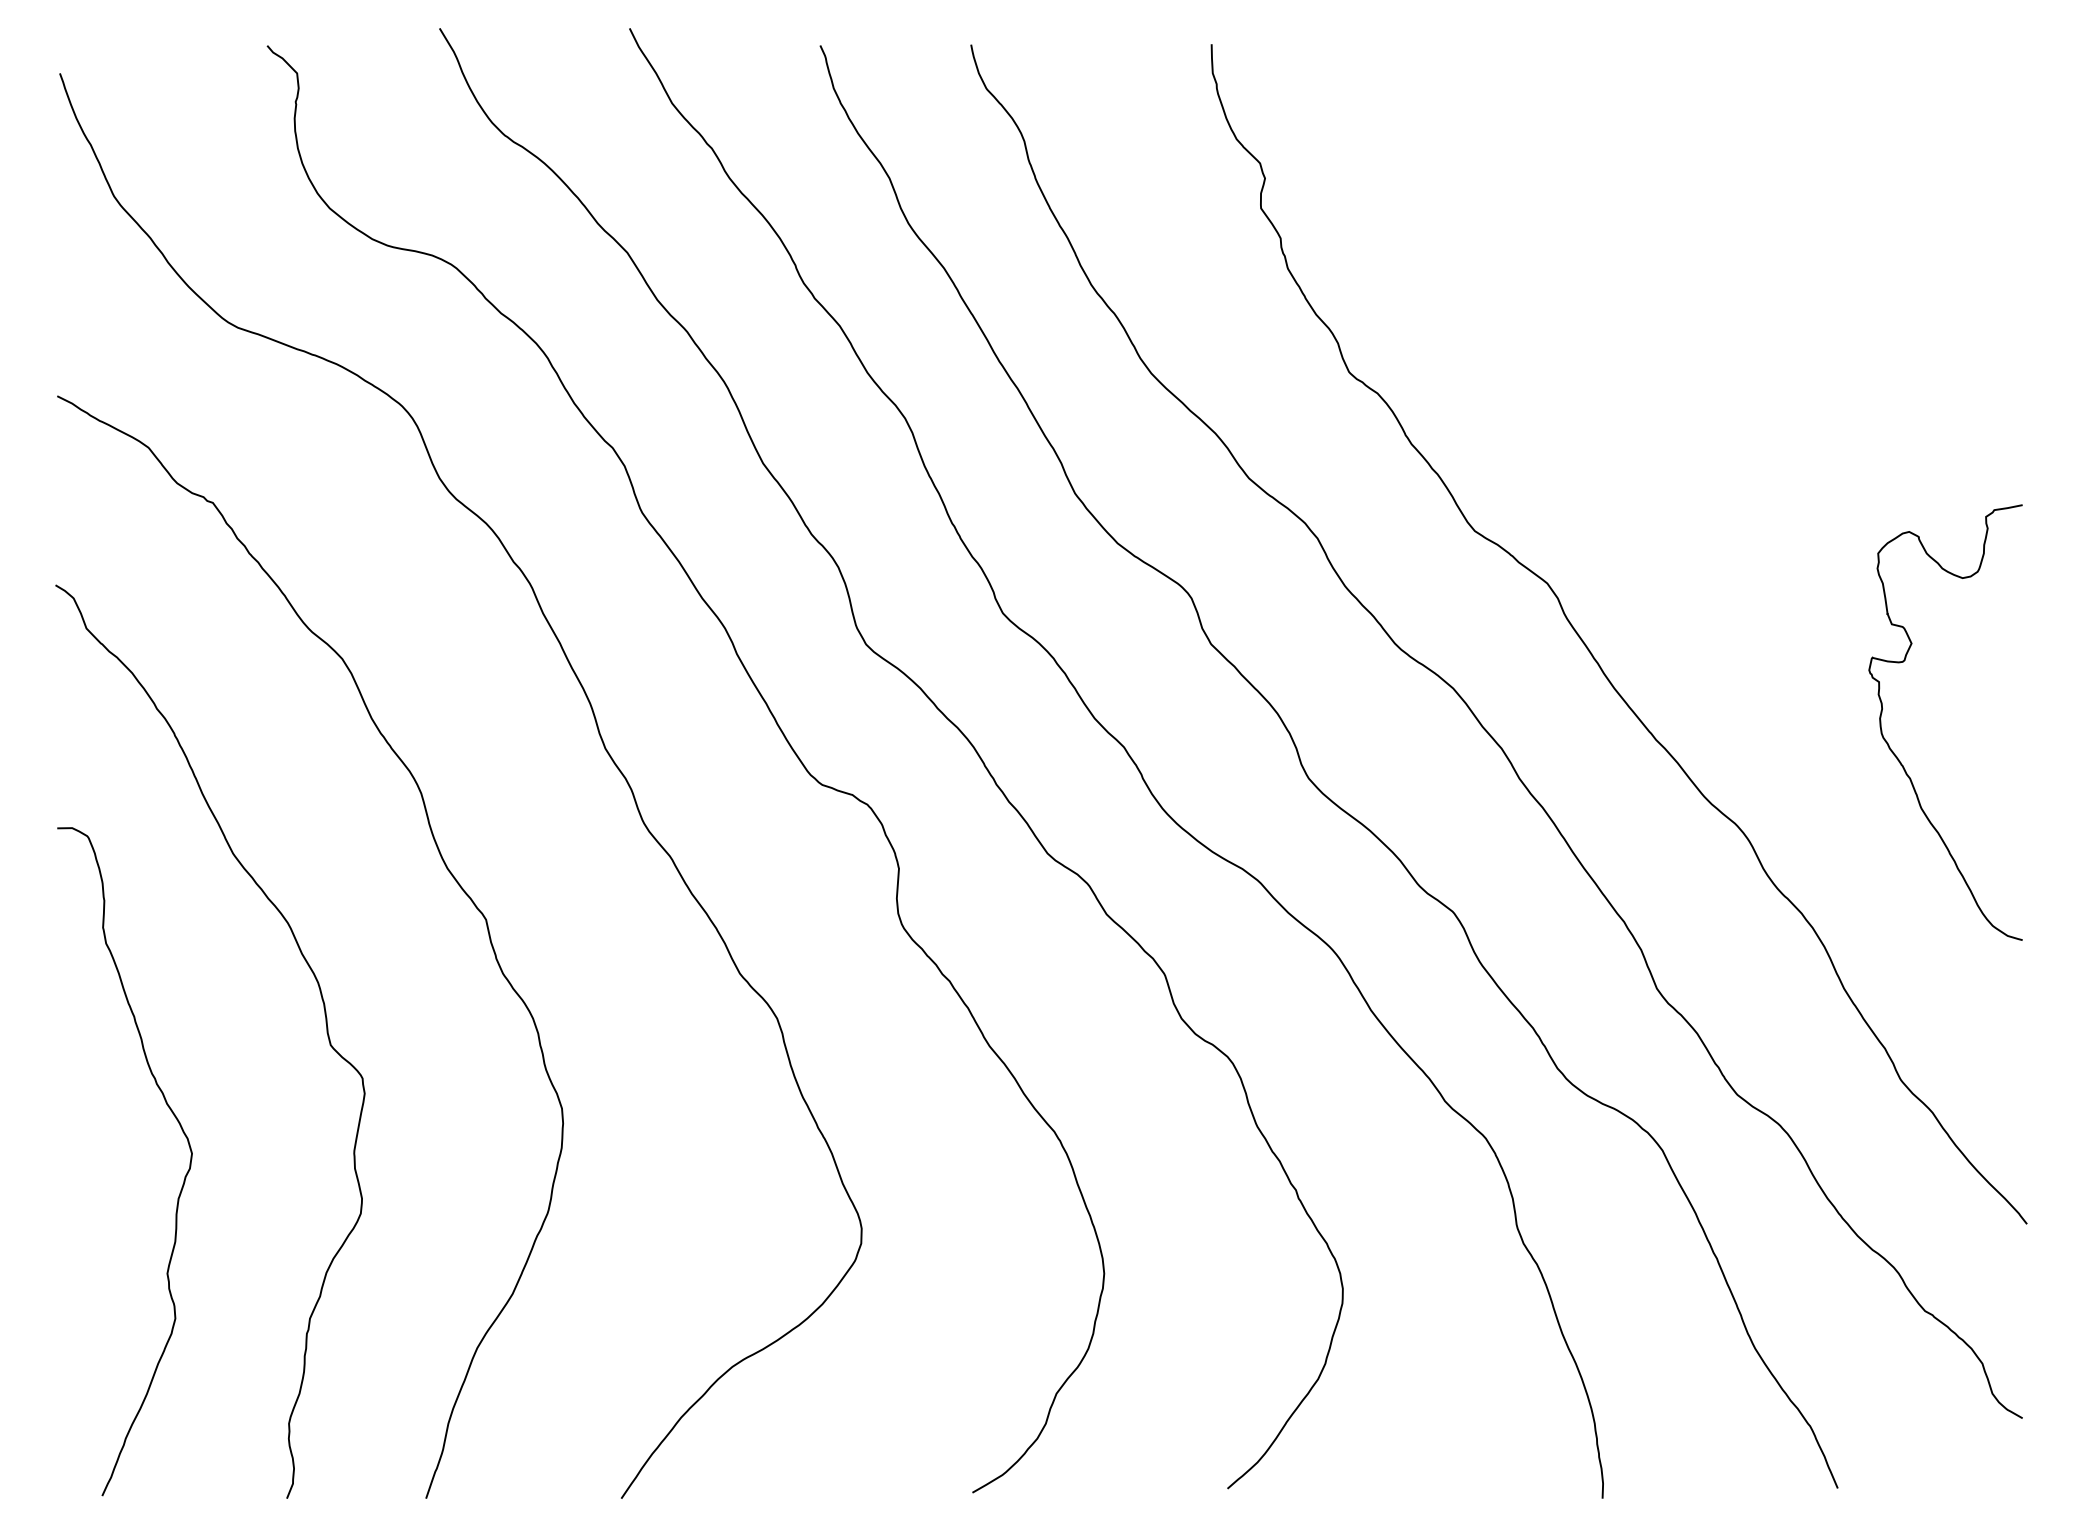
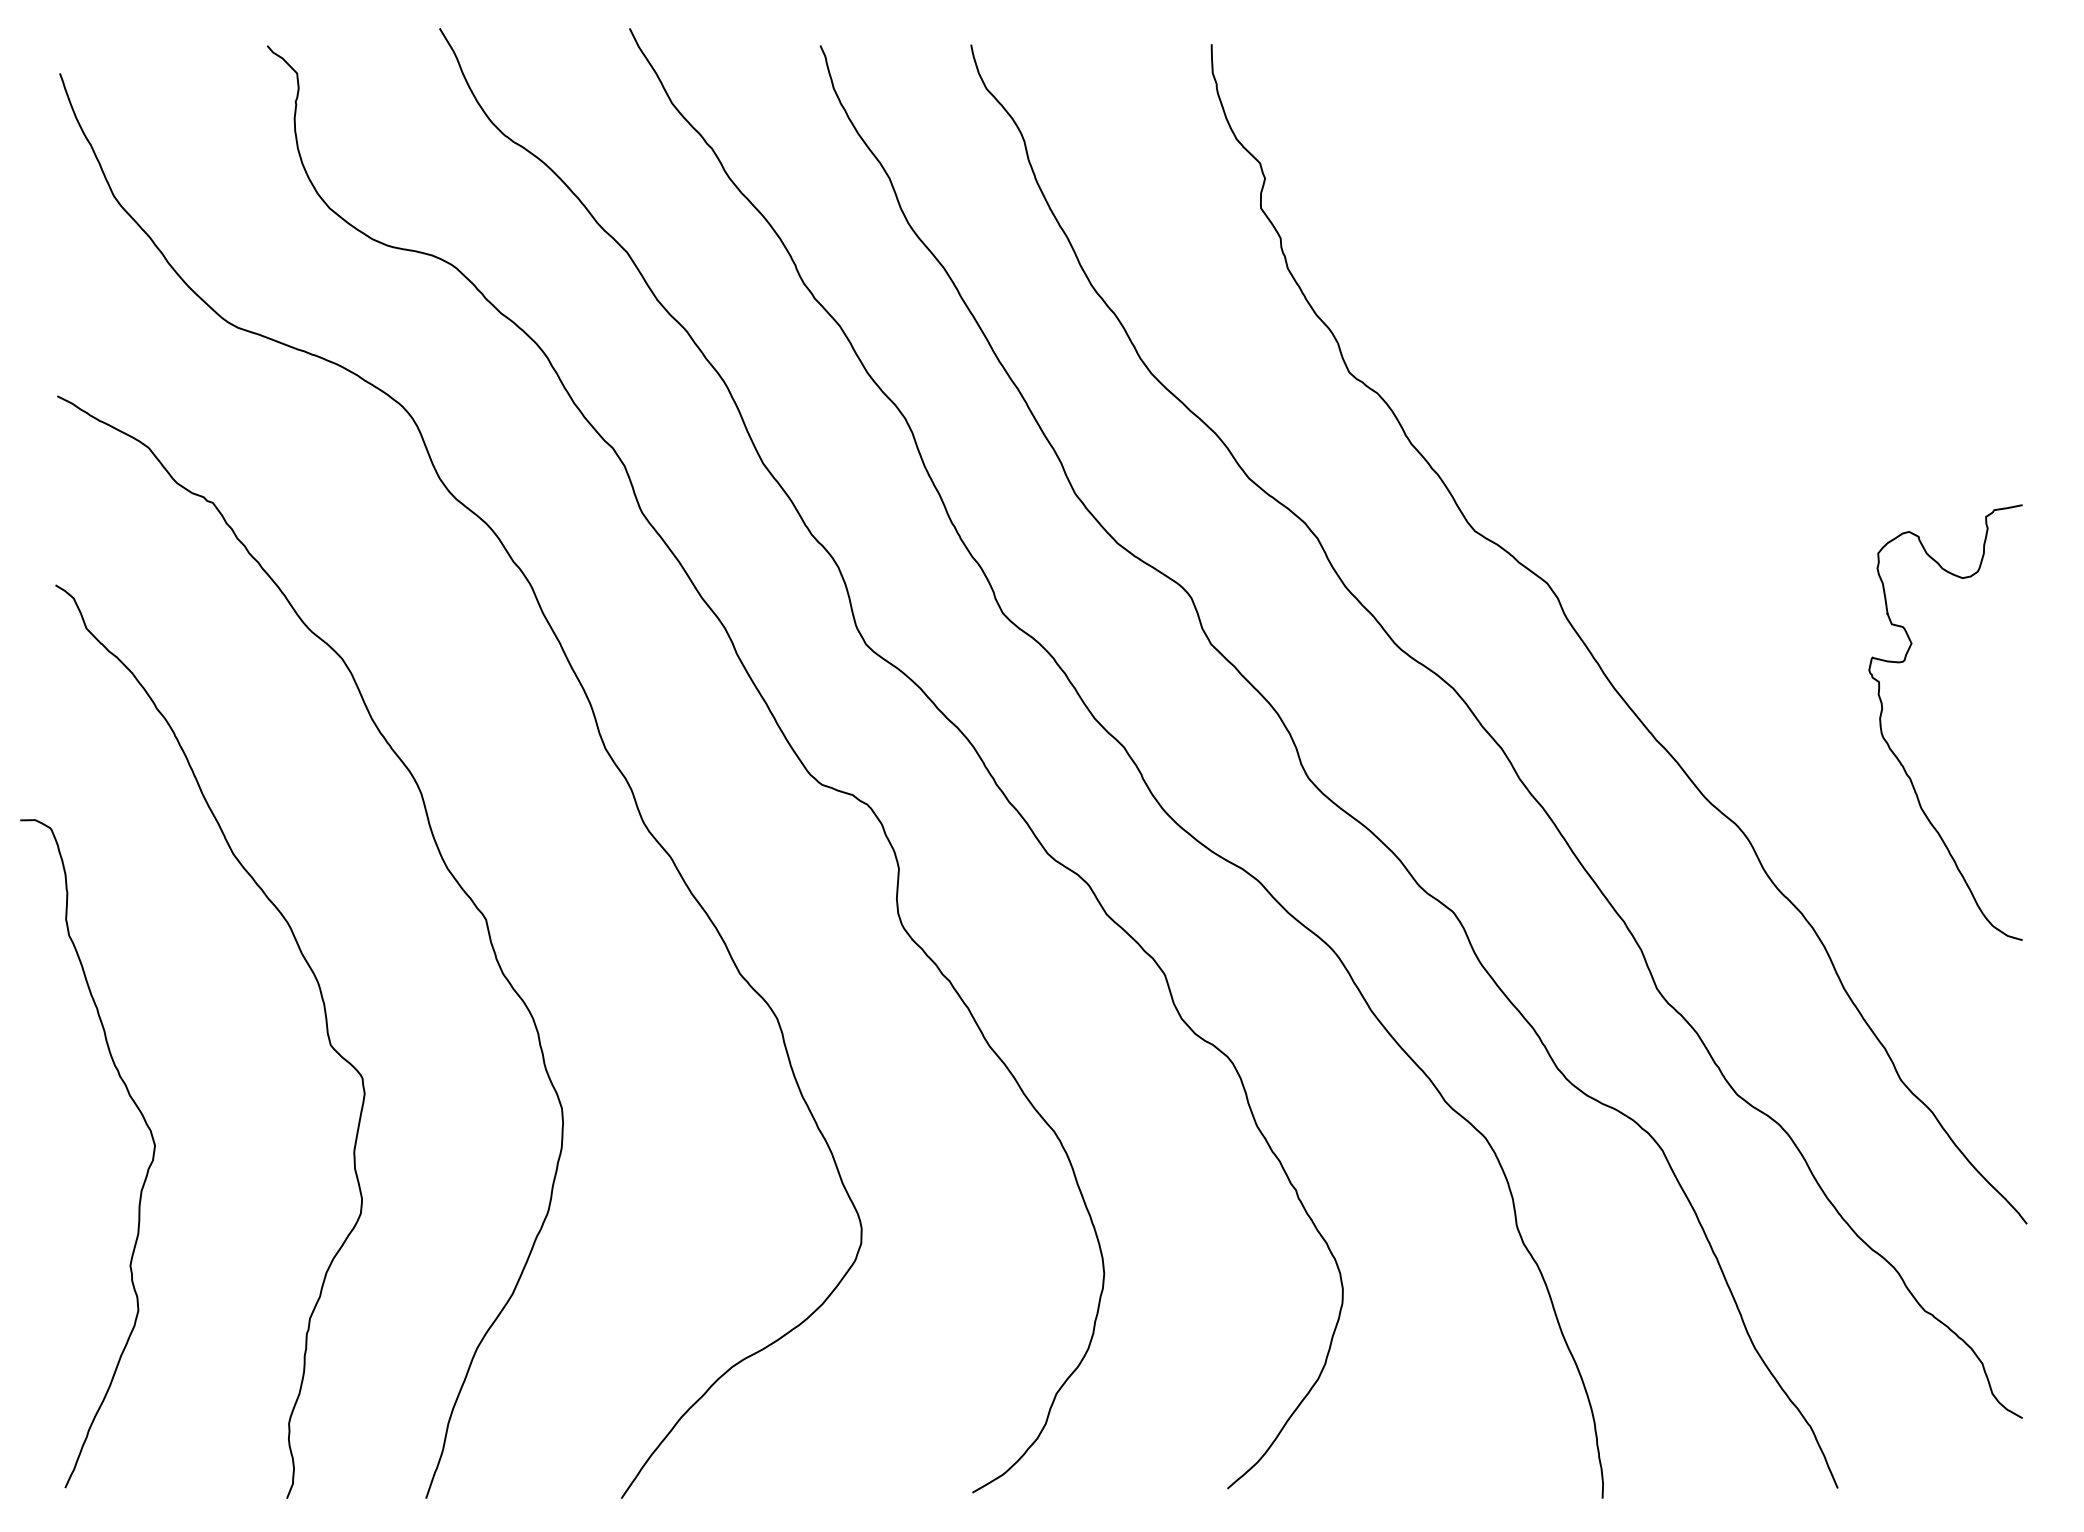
curve at (184, 1176) position: (184, 1176) -> (147, 1168)
